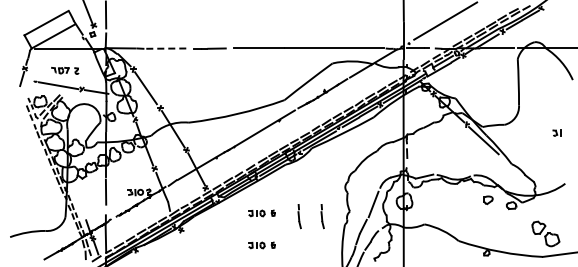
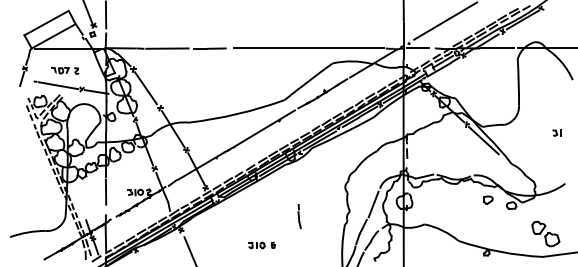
line at (167, 48): dashed -> solid
part at (261, 213): present -> none
line at (322, 216): present -> none
line at (189, 250): none -> present
